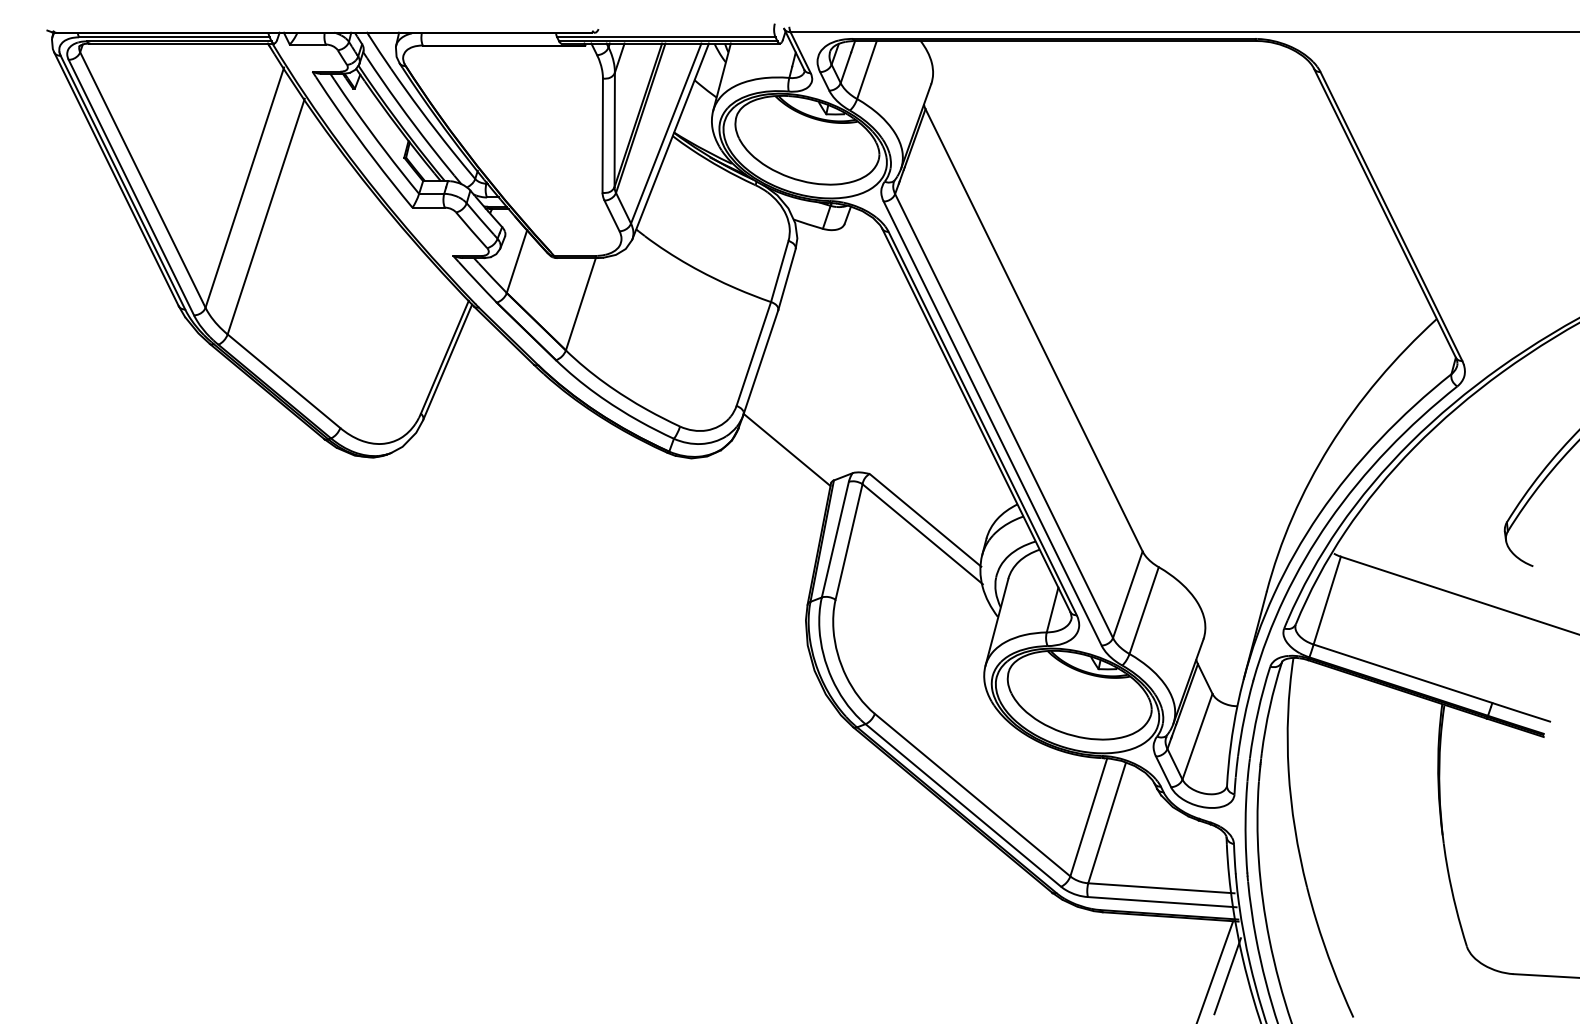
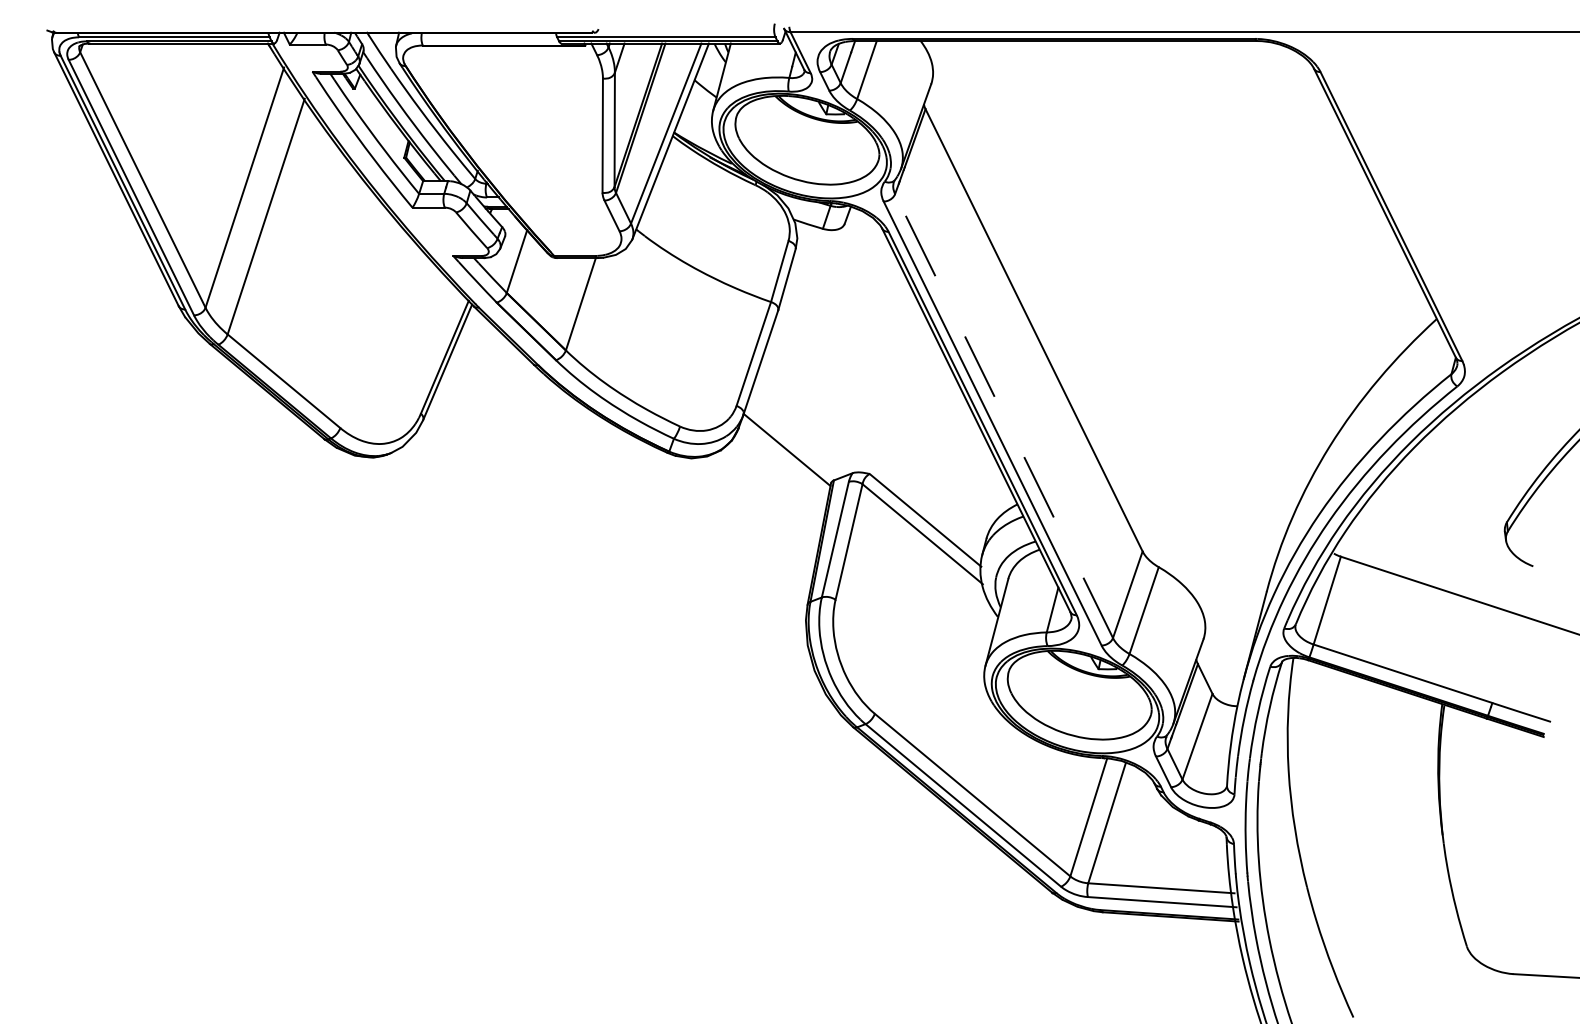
line at (1003, 415): solid -> dashed
line at (1215, 970): present -> none
line at (1227, 976): present -> none
